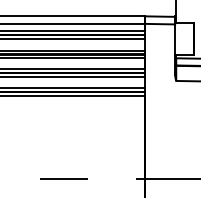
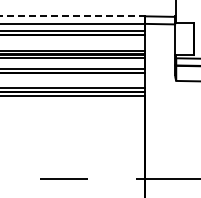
line at (73, 16): solid -> dashed
line at (73, 38): present -> none
line at (73, 76): present -> none
